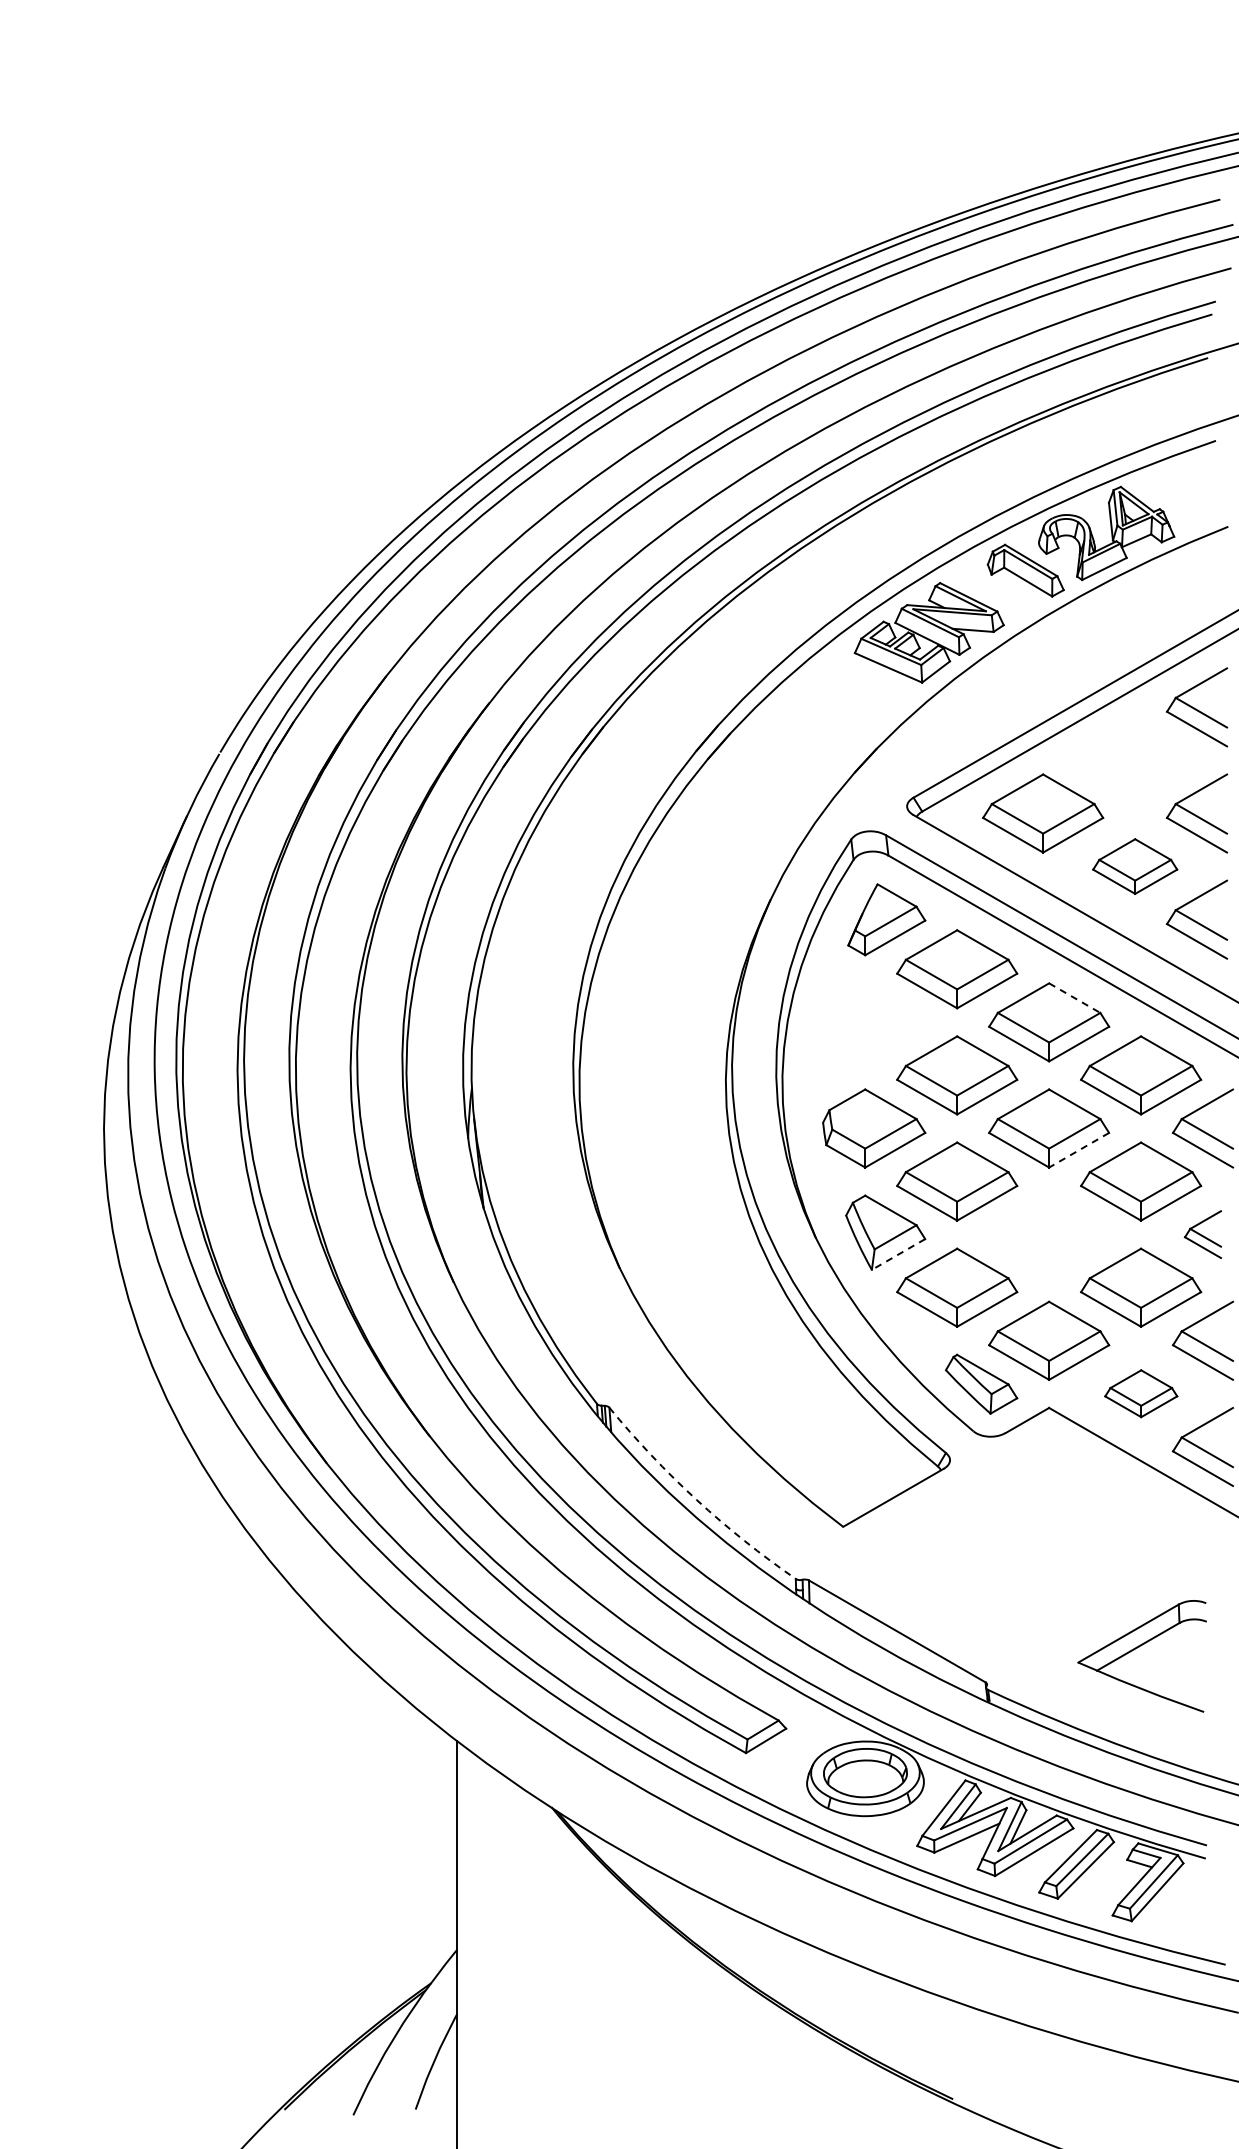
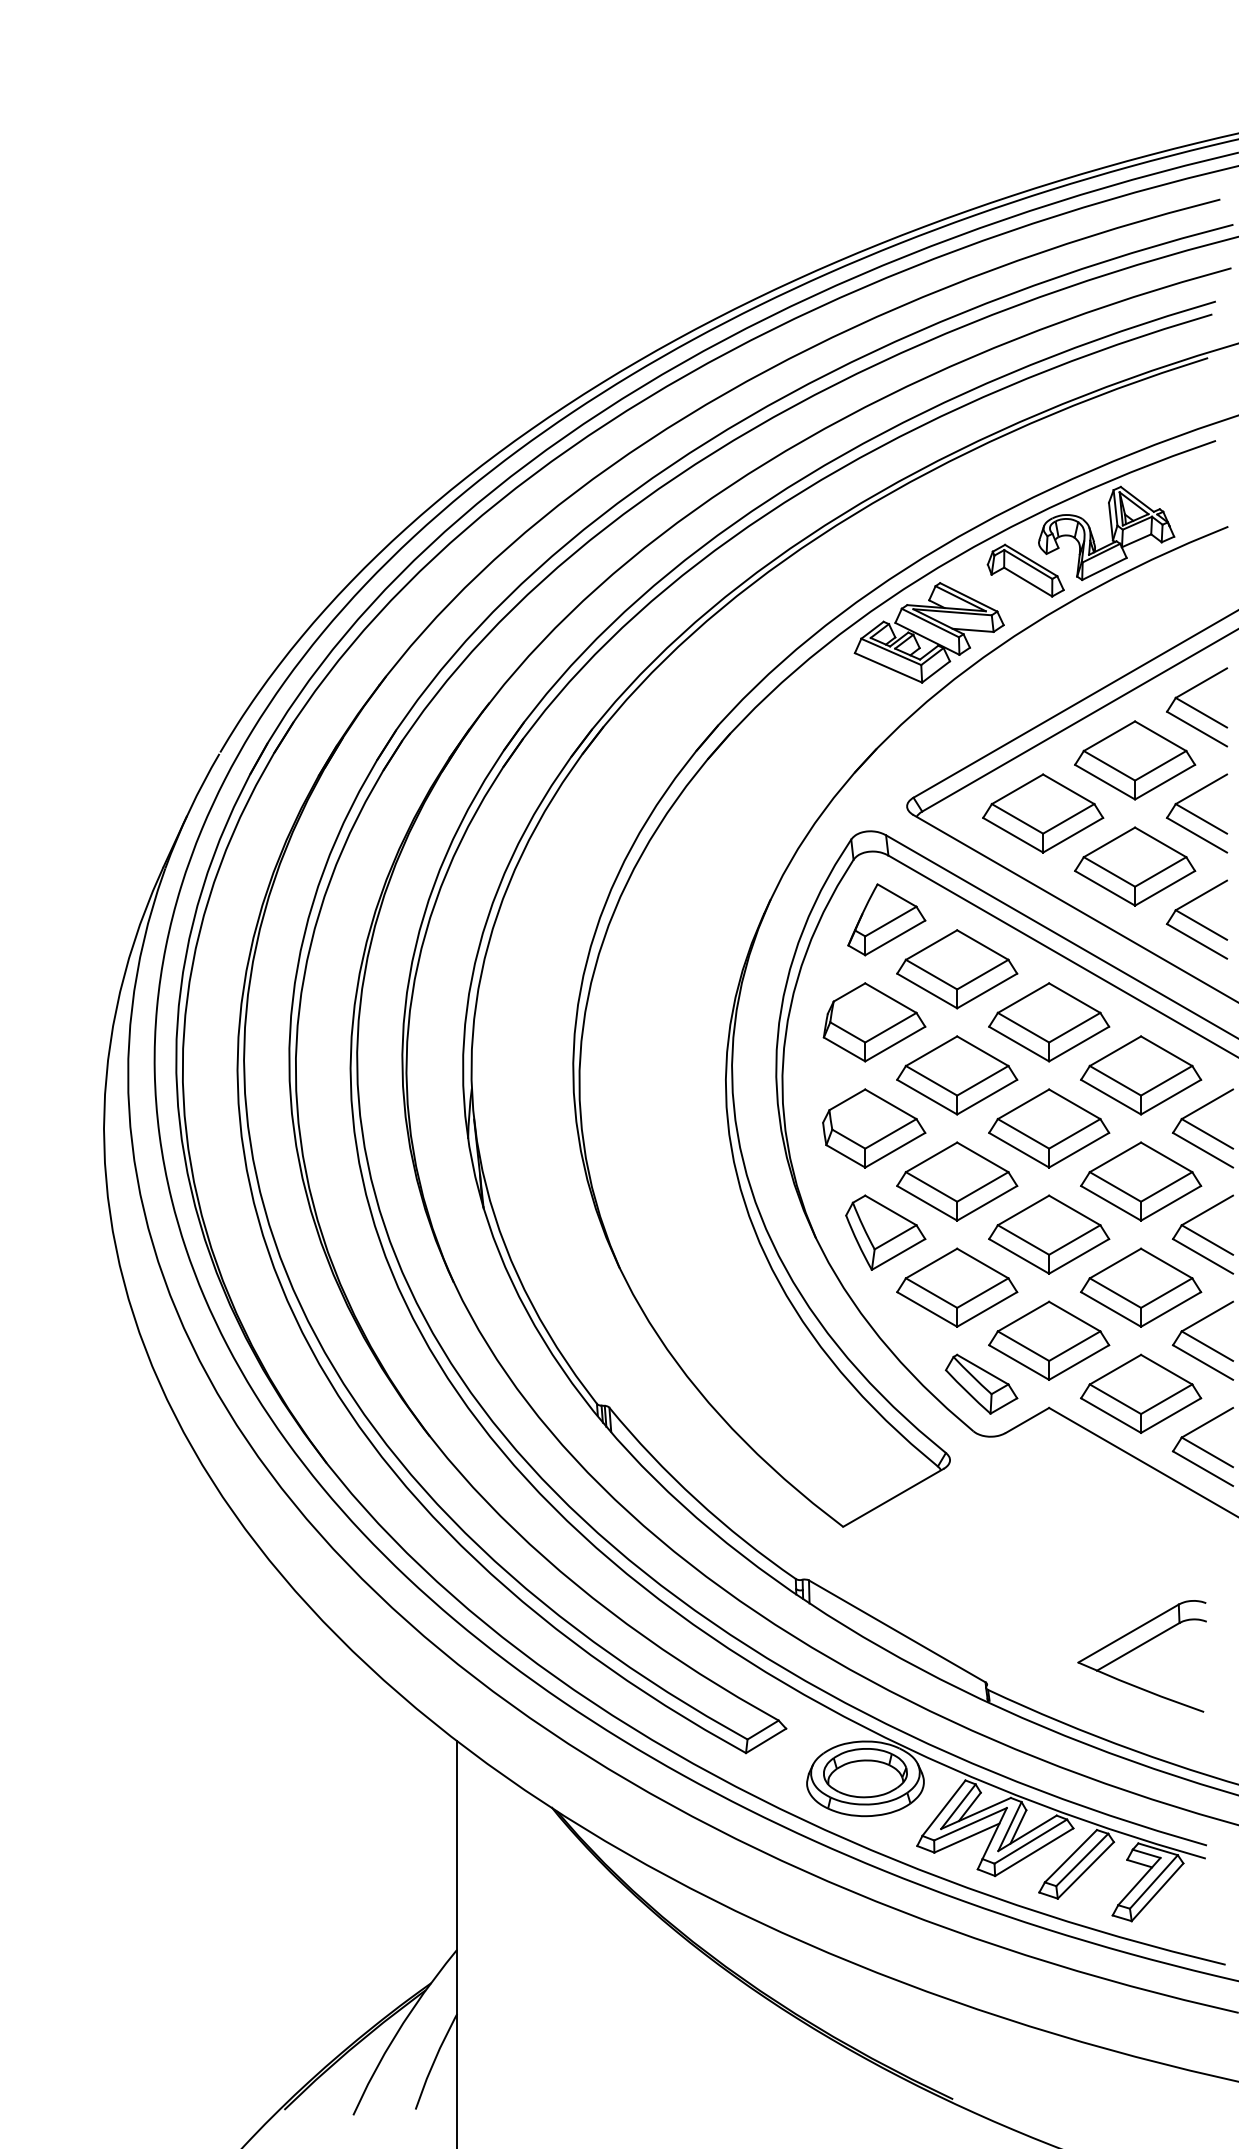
part at (1135, 760): none -> present
part at (1135, 866) size: 87x57 px -> 123x81 px
line at (1074, 998): dashed -> solid
part at (874, 1022): none -> present
line at (1079, 1150): dashed -> solid
part at (1049, 1234): none -> present
part at (1202, 1234) size: 40x49 px -> 64x81 px
line at (898, 1254): dashed -> solid
part at (1141, 1393) size: 75x50 px -> 123x81 px
arc at (696, 1499): dashed -> solid
